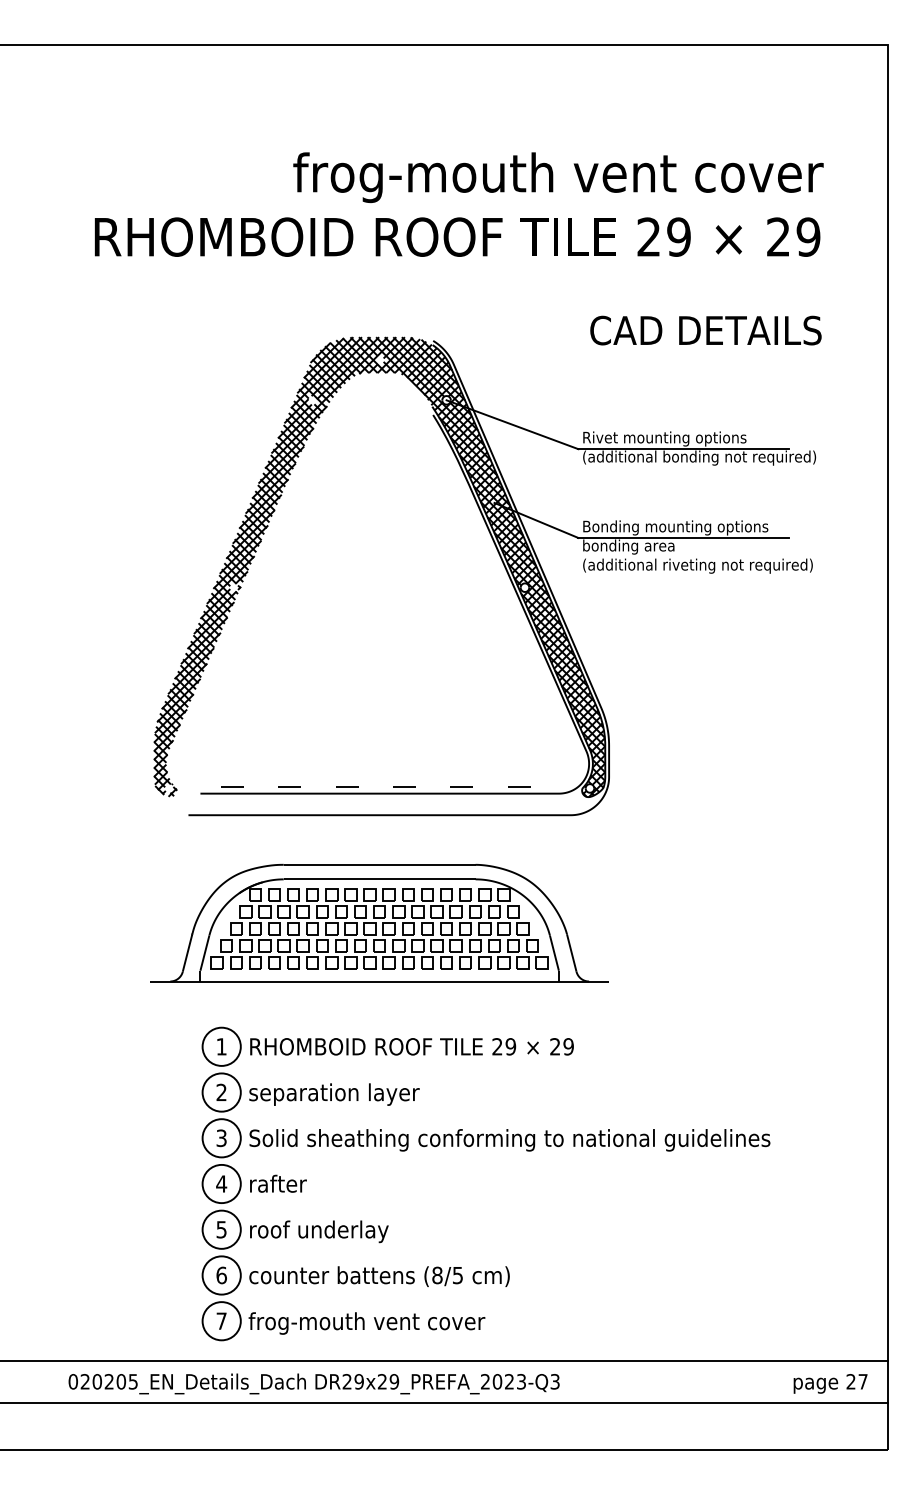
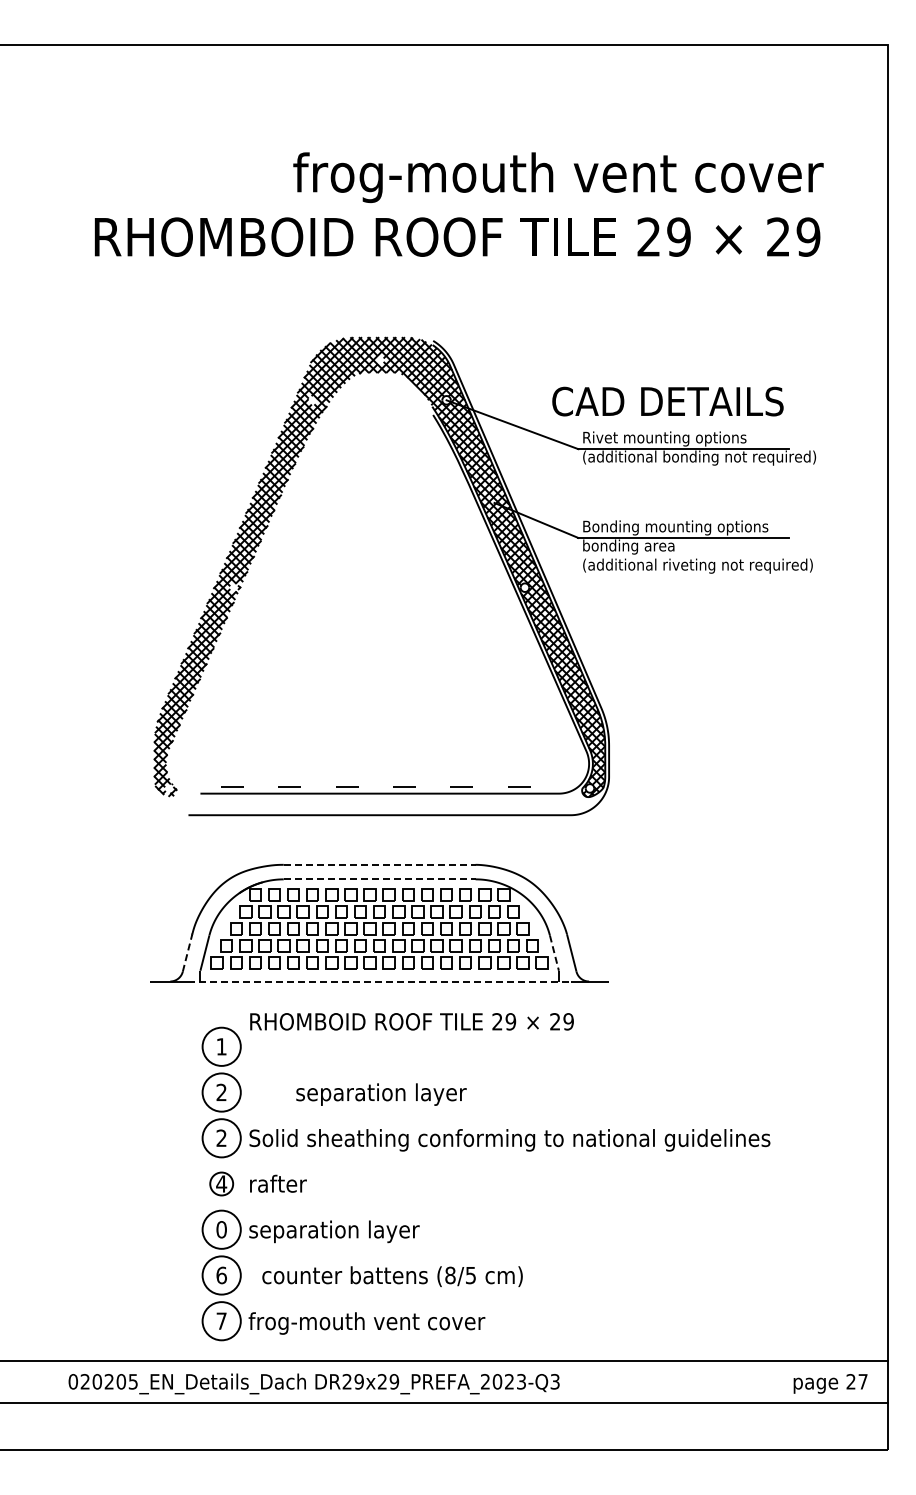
text at (705, 330) position: (705, 330) -> (667, 401)
line at (379, 864): solid -> dashed
line at (379, 879): solid -> dashed
line at (187, 952): solid -> dashed
line at (554, 953): solid -> dashed
line at (380, 981): solid -> dashed
text at (411, 1046) position: (411, 1046) -> (411, 1021)
text at (334, 1094) position: (334, 1094) -> (381, 1094)
text at (221, 1138): 3 -> 2
circle at (221, 1183) diameter: 38 px -> 23 px
text at (221, 1229): 5 -> 0
text at (334, 1231): roof underlay -> separation layer
text at (379, 1276) position: (379, 1276) -> (392, 1276)
